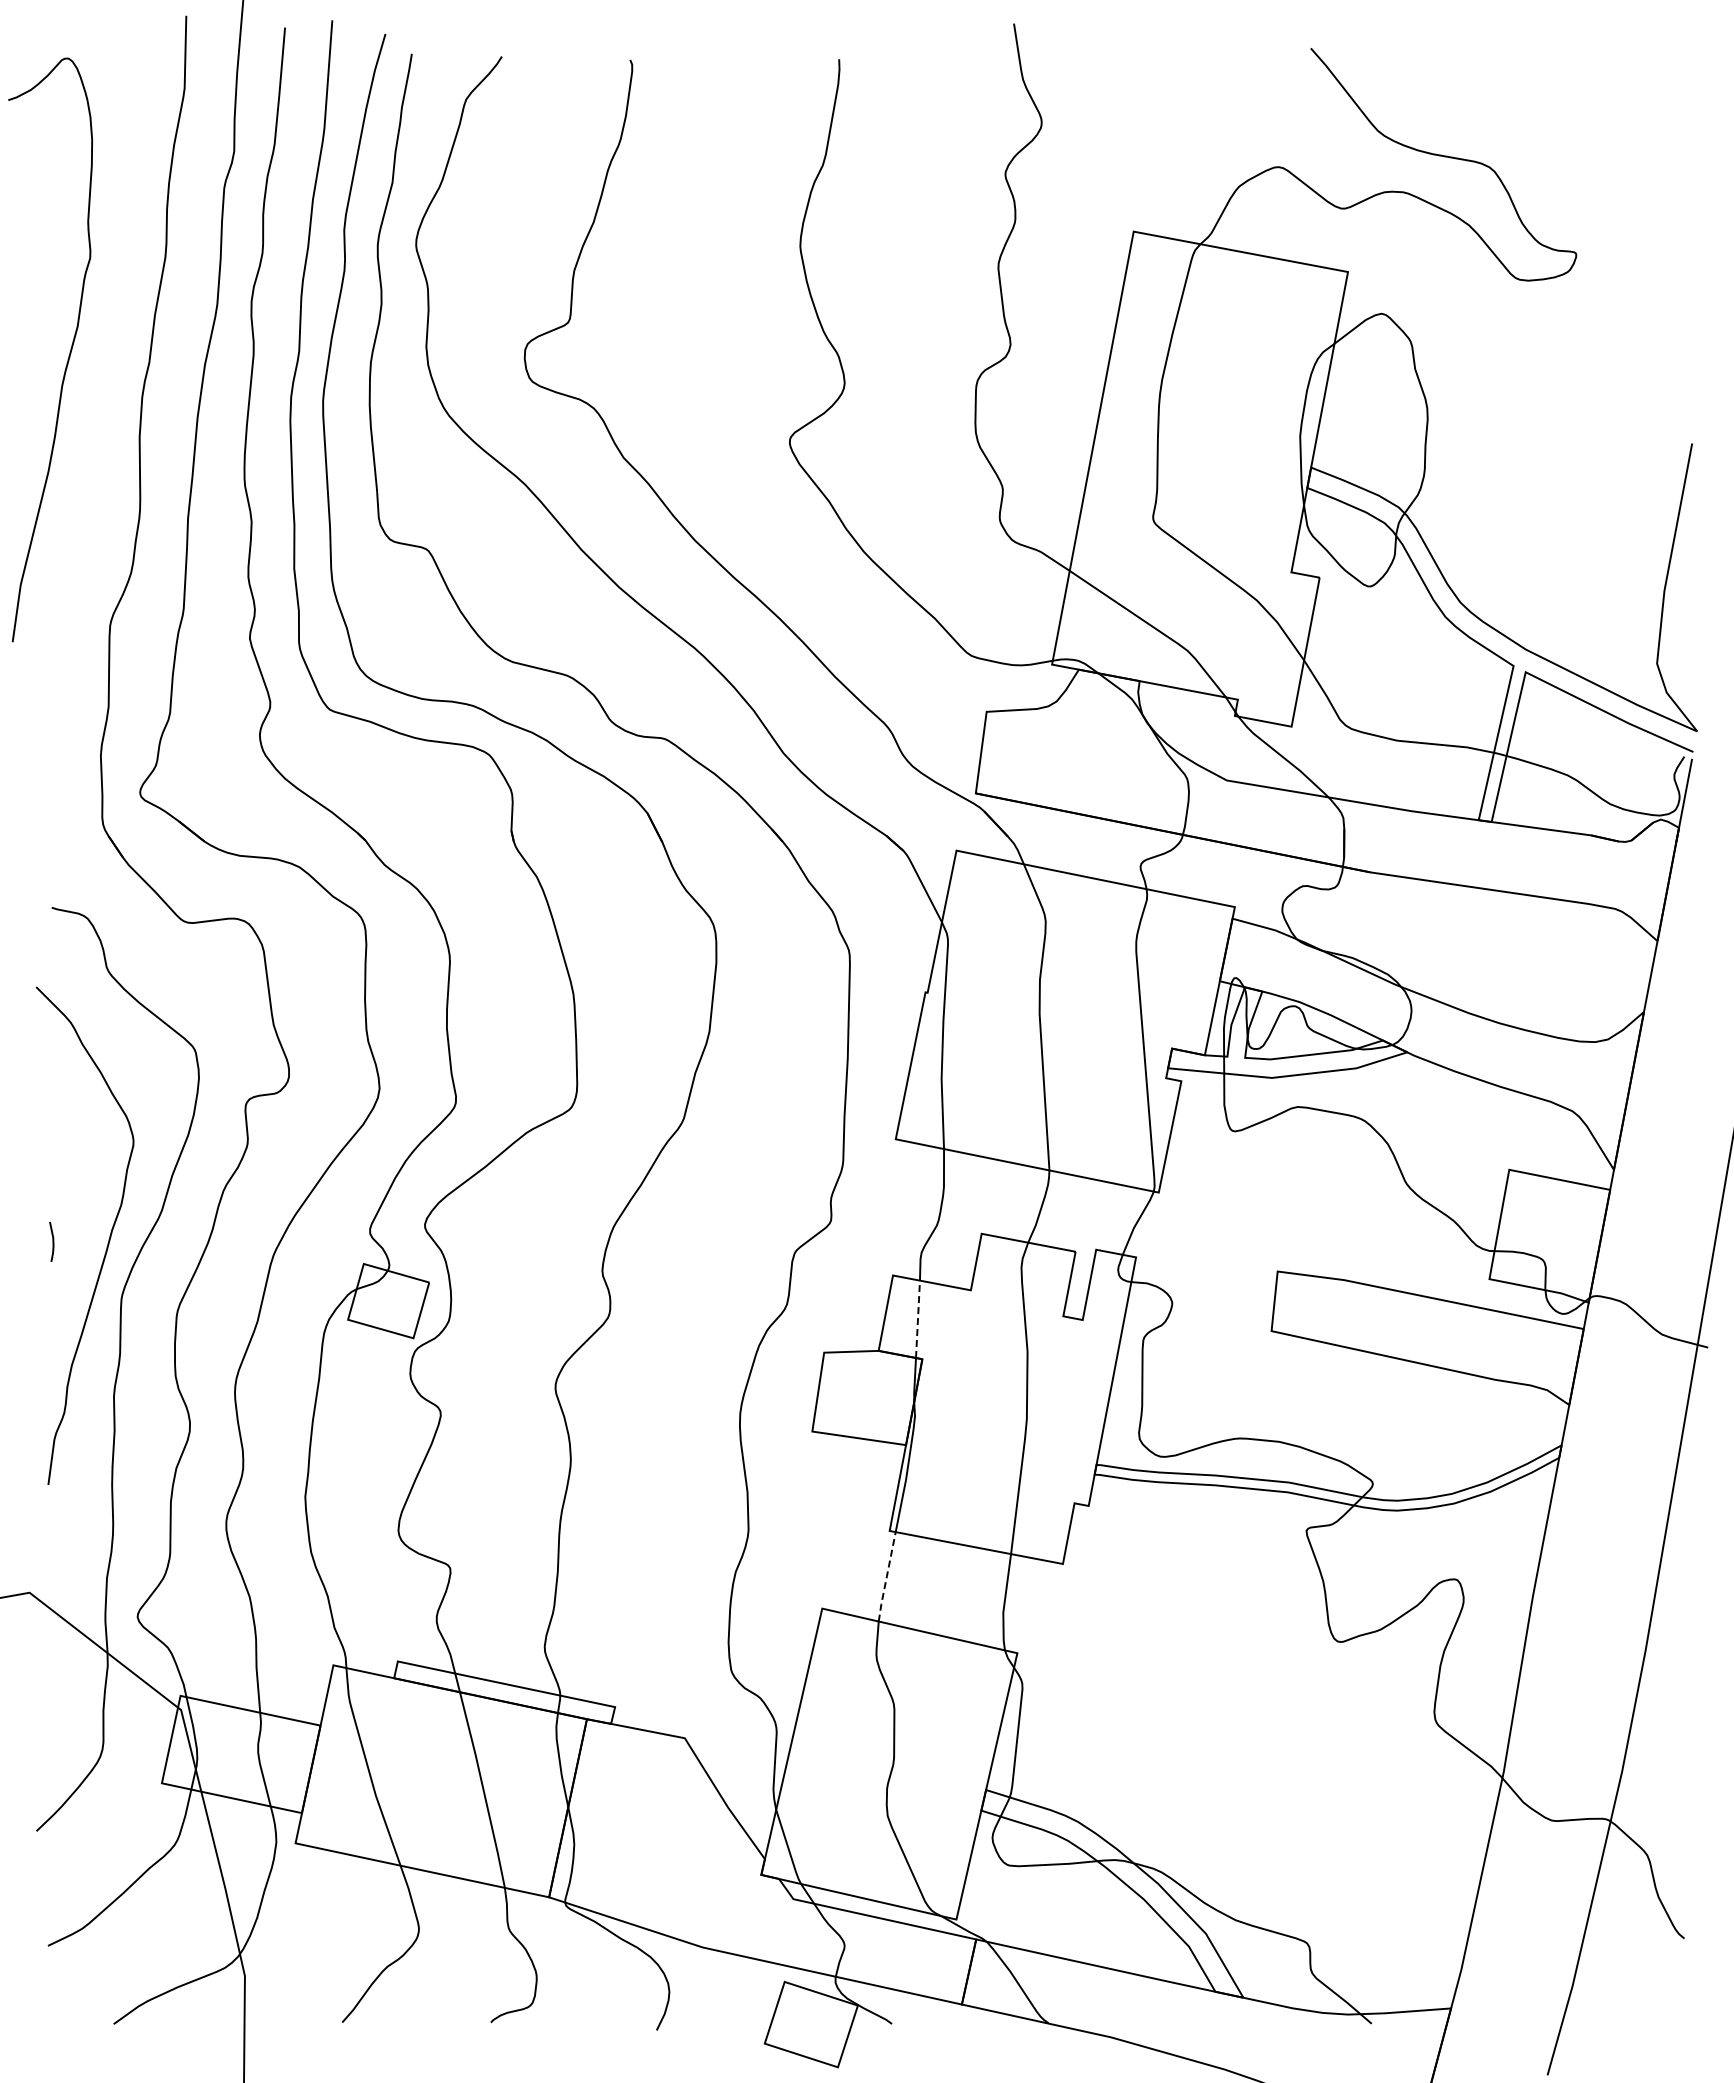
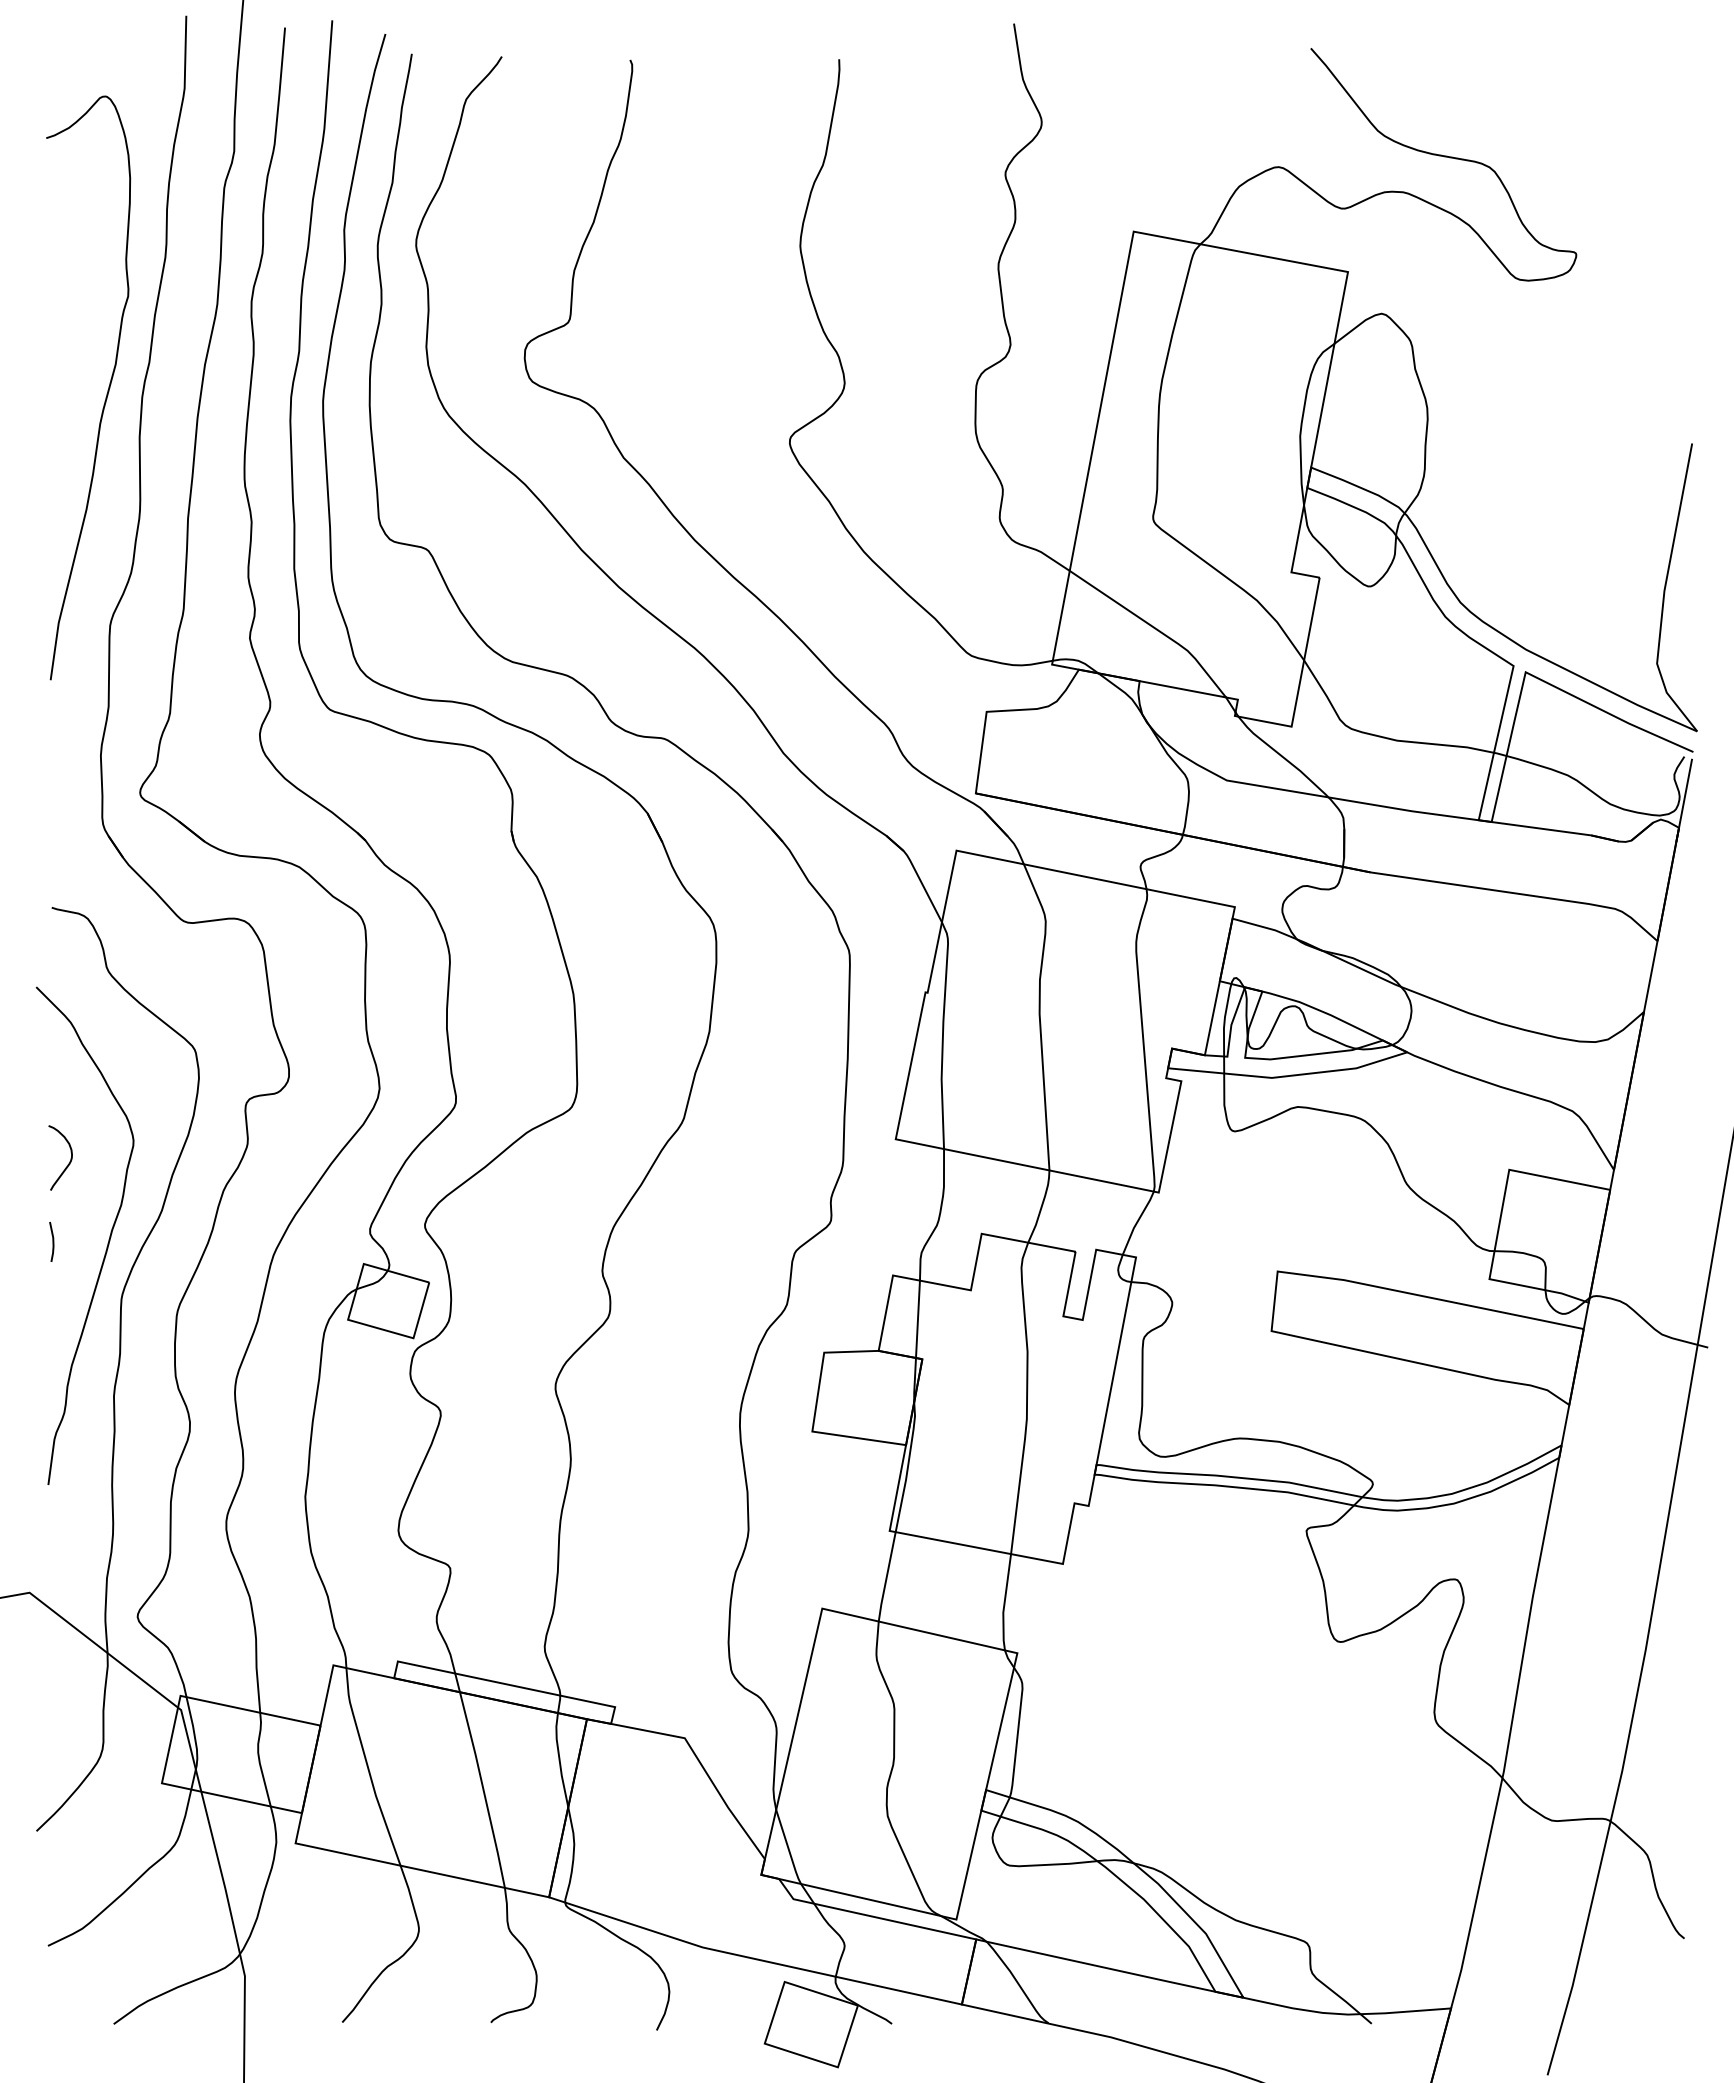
curve at (68, 355) position: (68, 355) -> (106, 393)
curve at (69, 1161): none -> present
line at (917, 1319): dashed -> solid
line at (886, 1576): dashed -> solid
